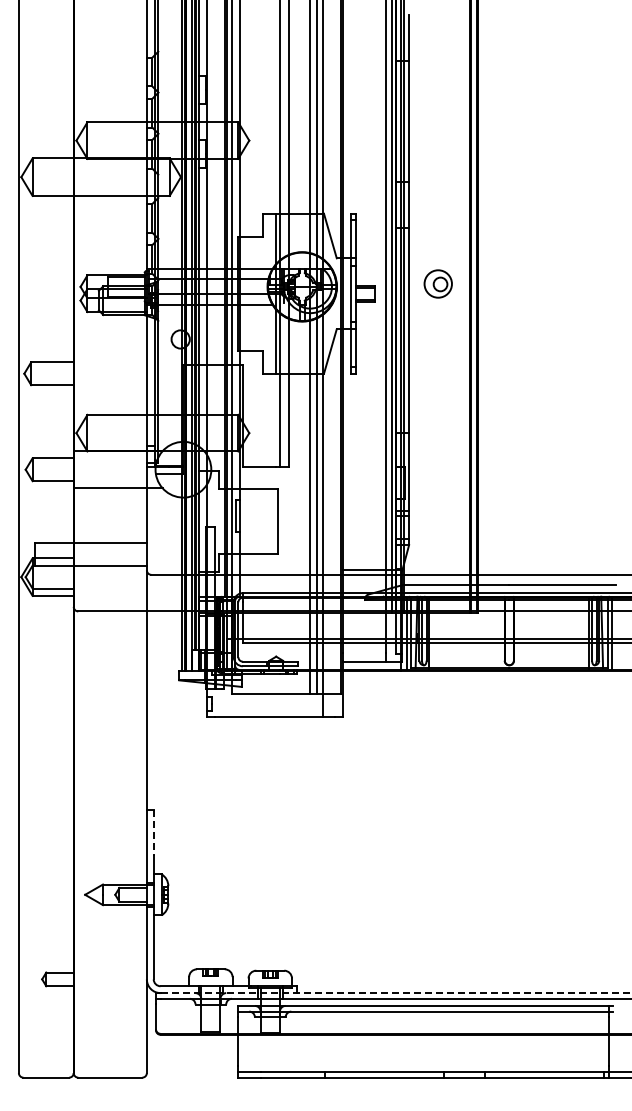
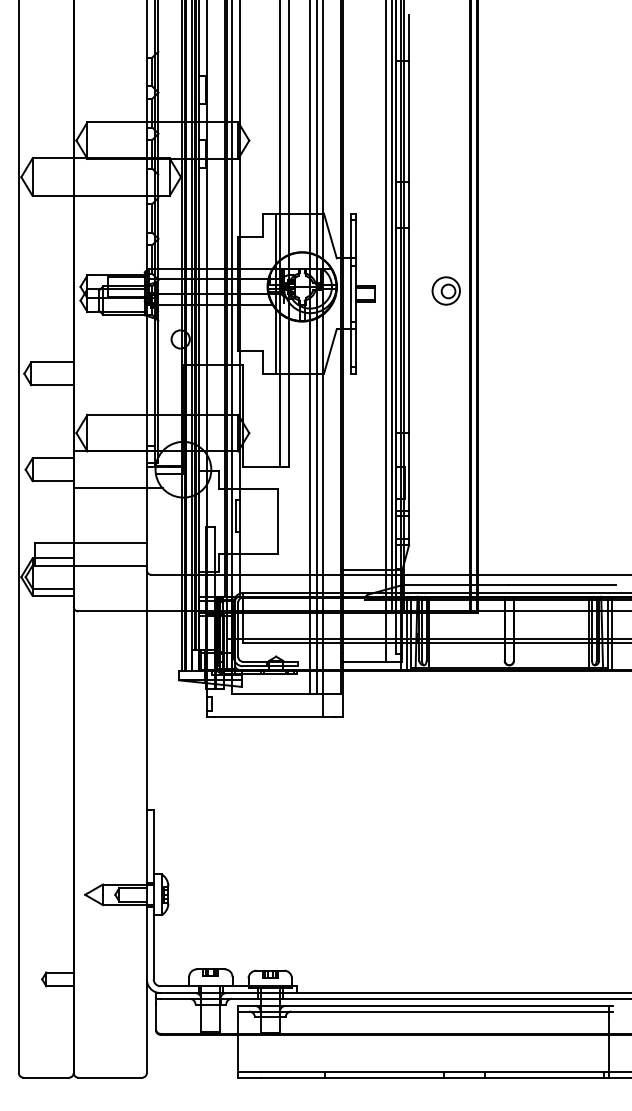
part at (437, 283) position: (437, 283) -> (445, 290)
line at (153, 833): dashed -> solid
line at (396, 993): dashed -> solid
